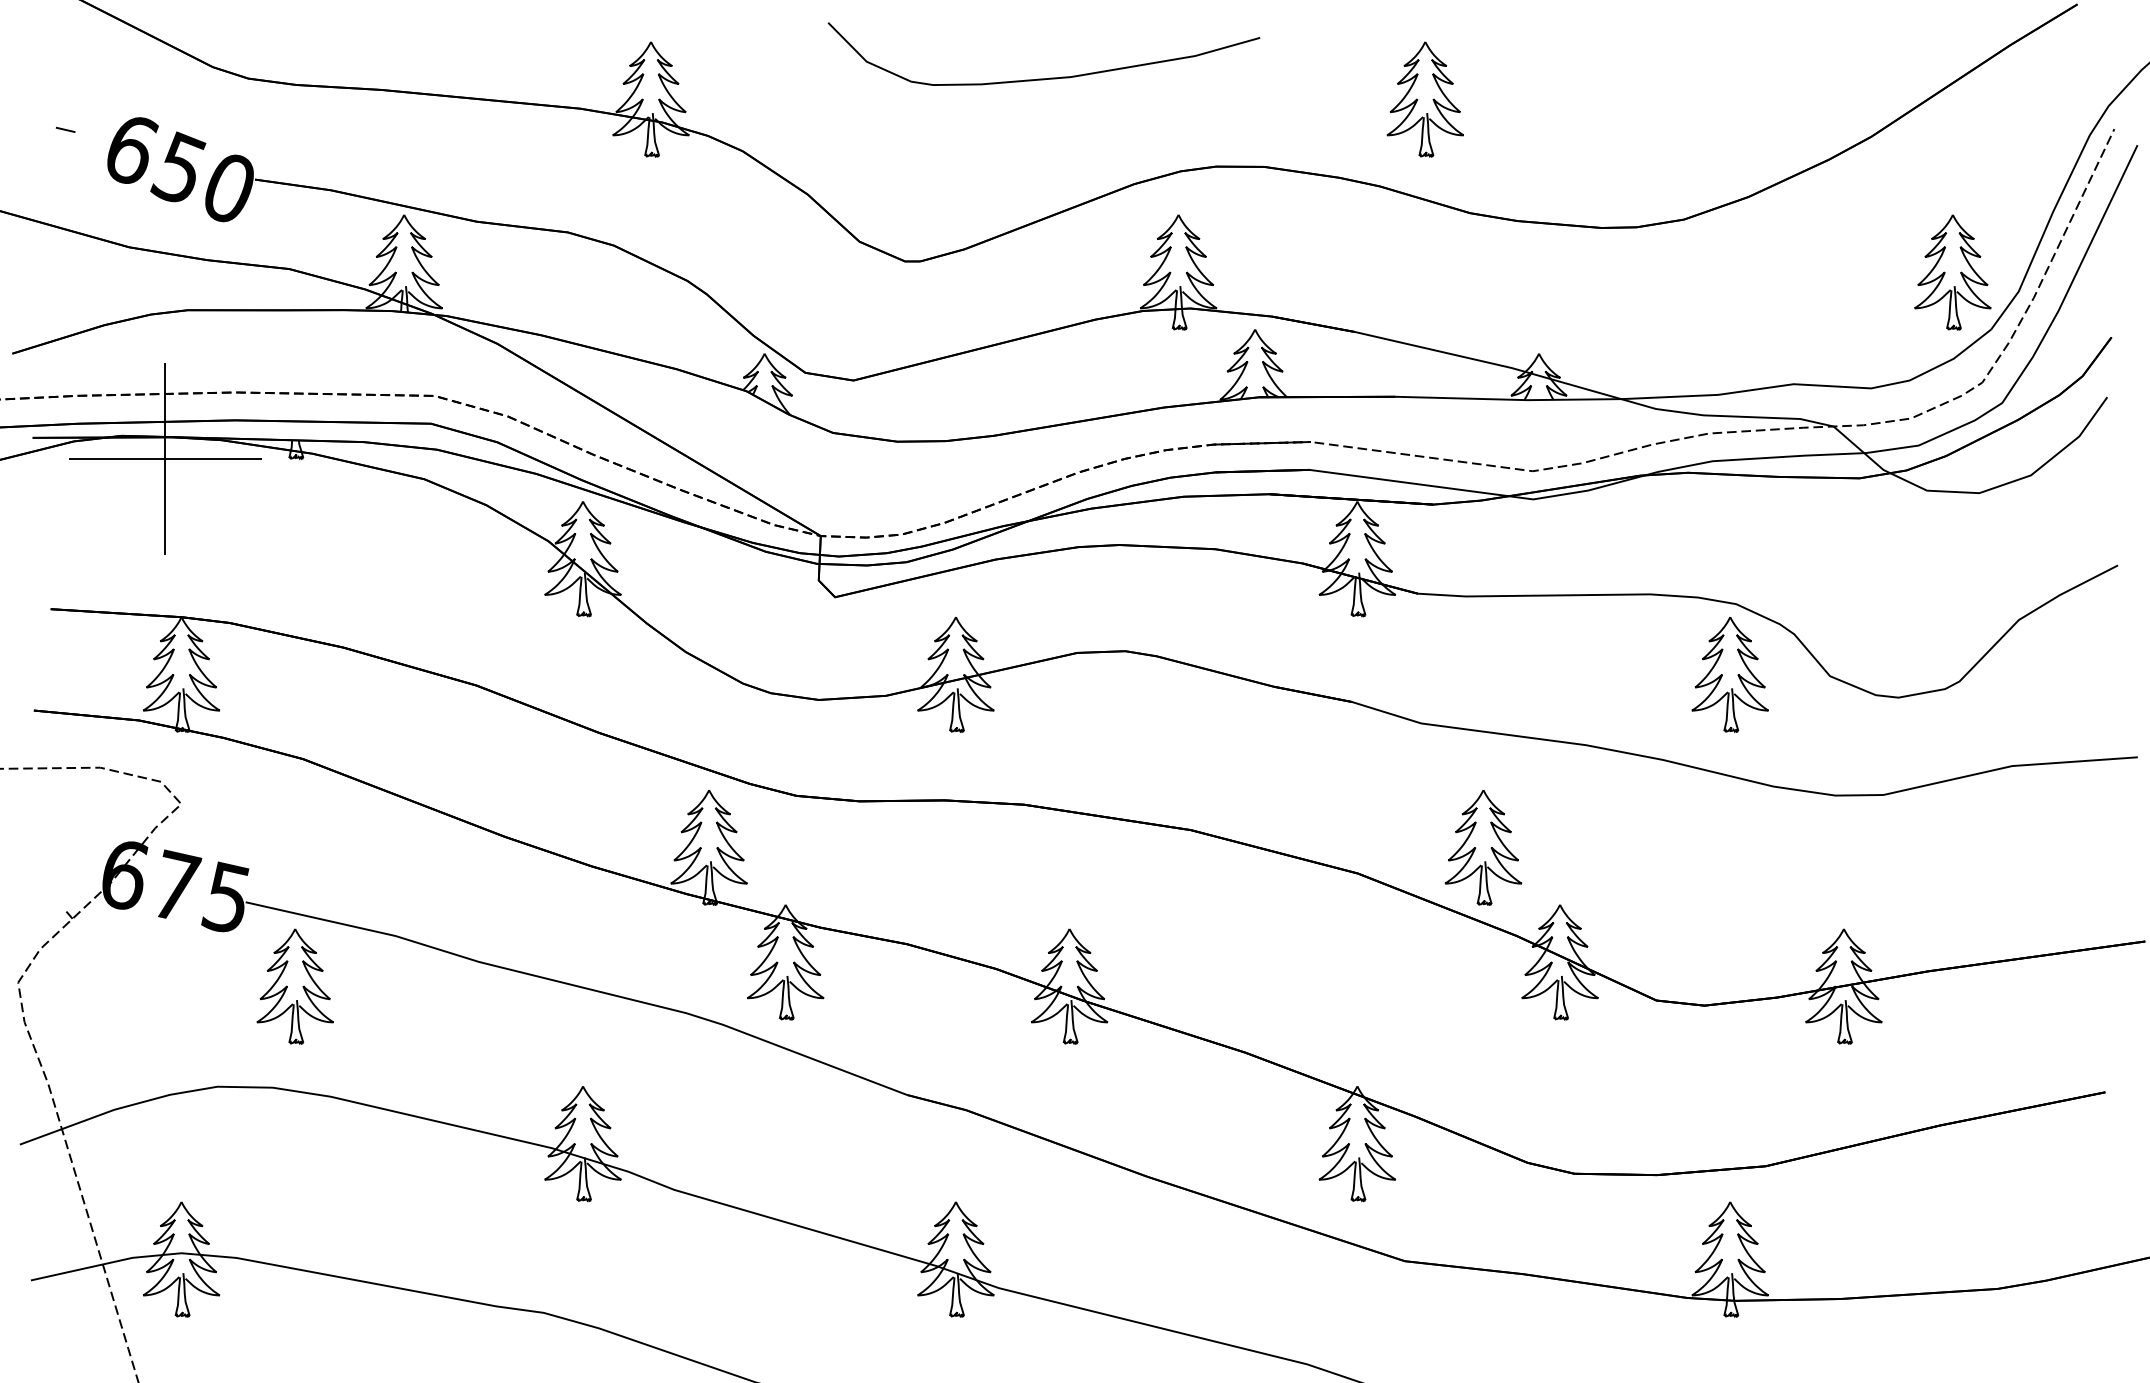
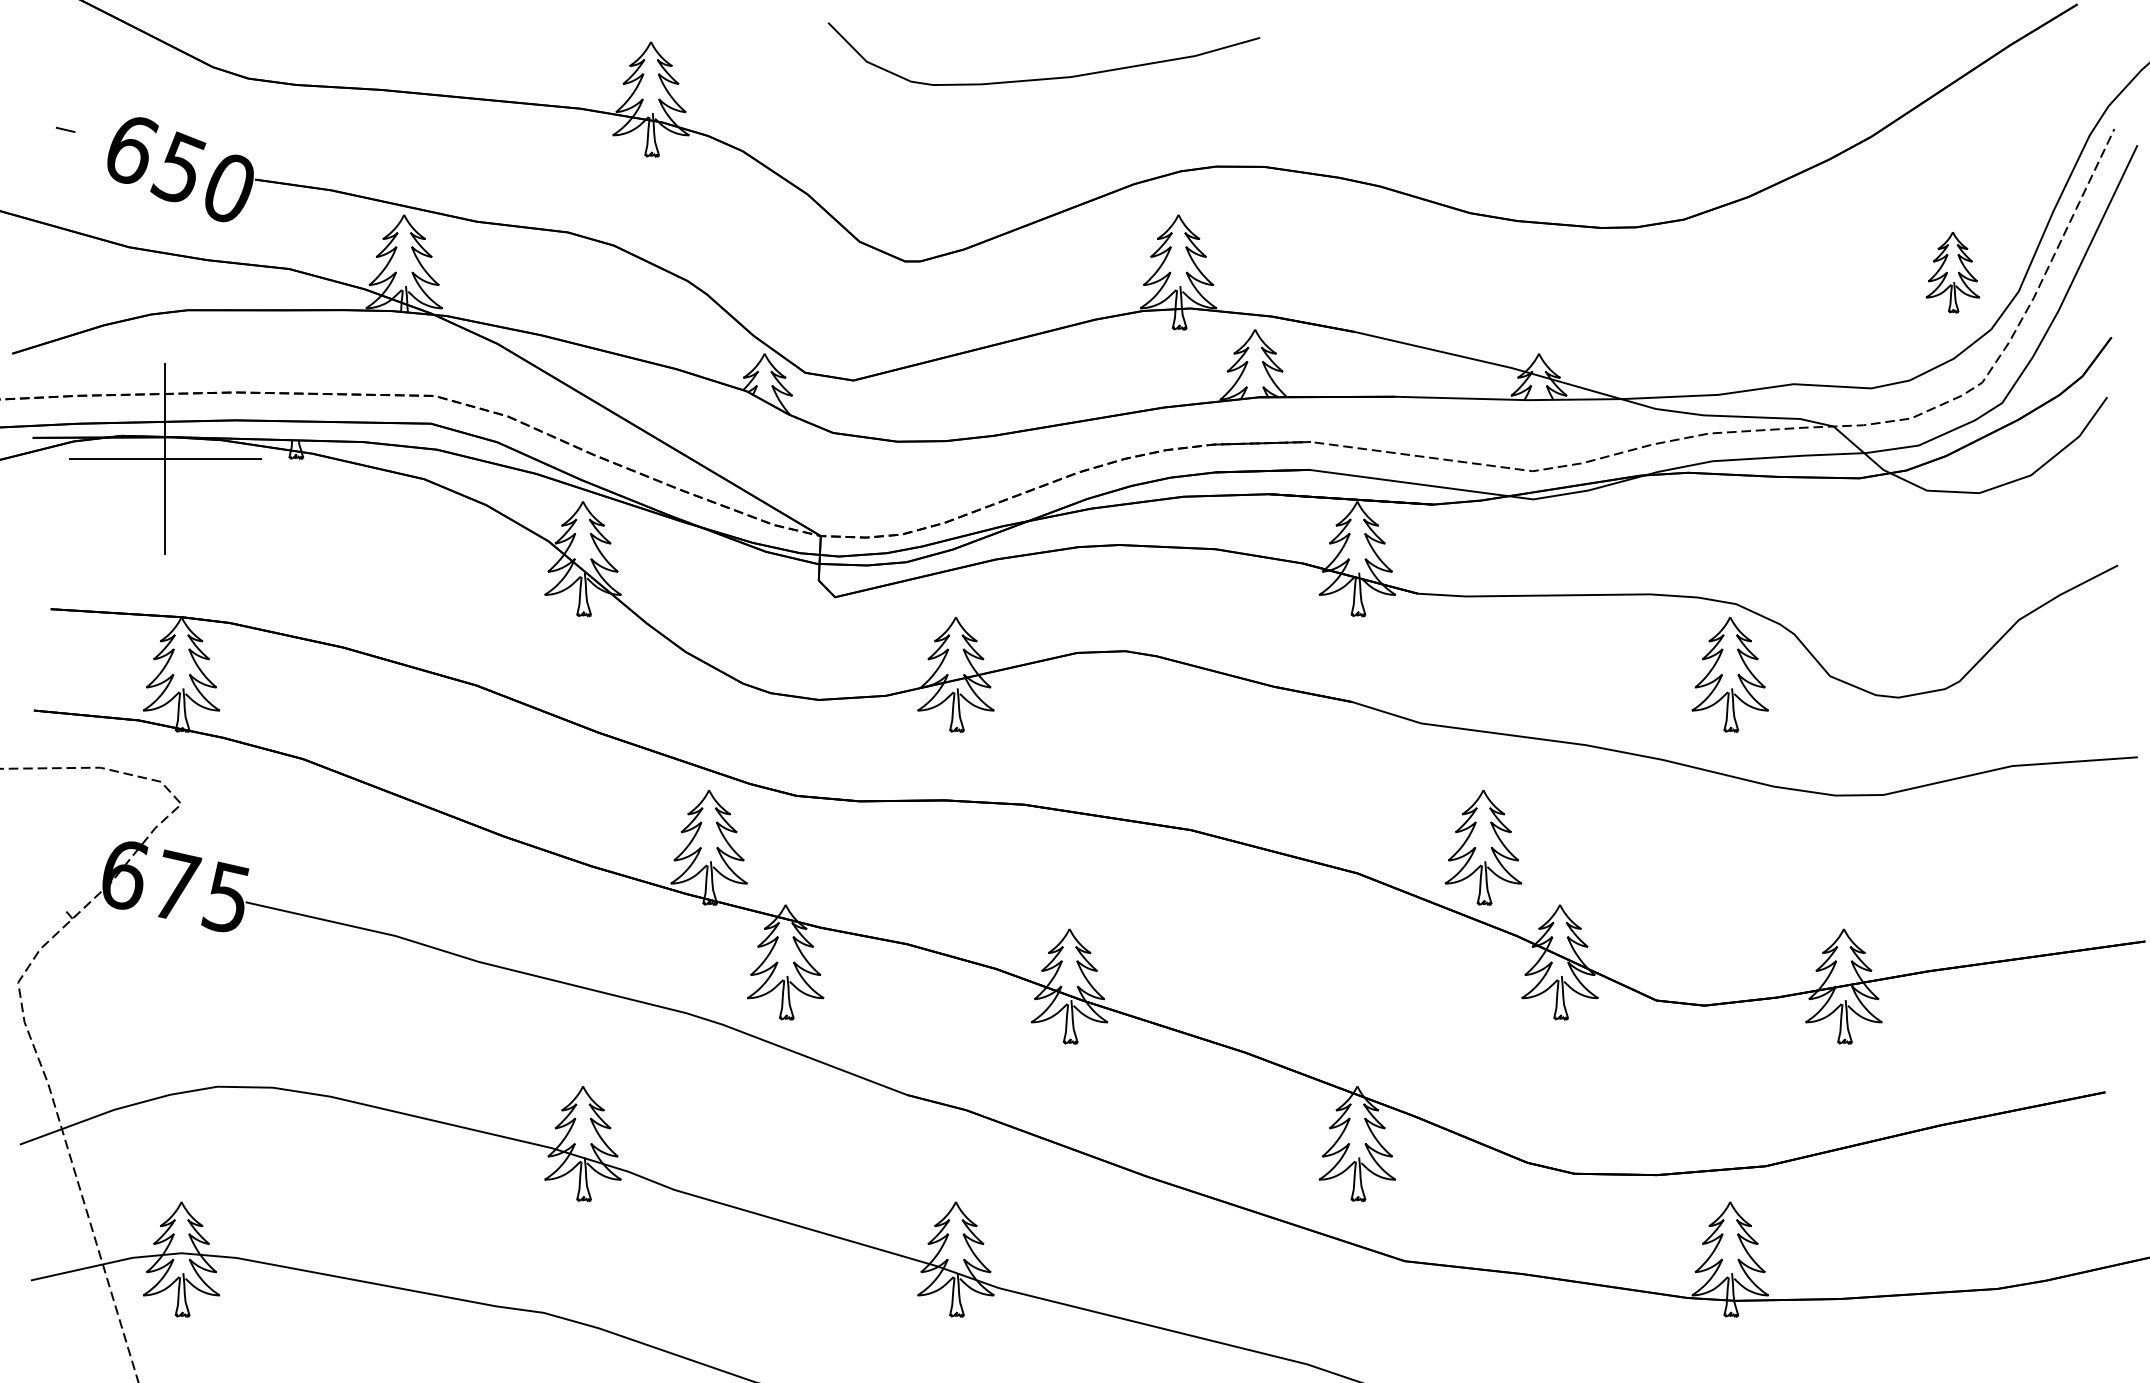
part at (1424, 99): present -> none
part at (1952, 272) size: 78x117 px -> 55x82 px
part at (294, 986): present -> none
